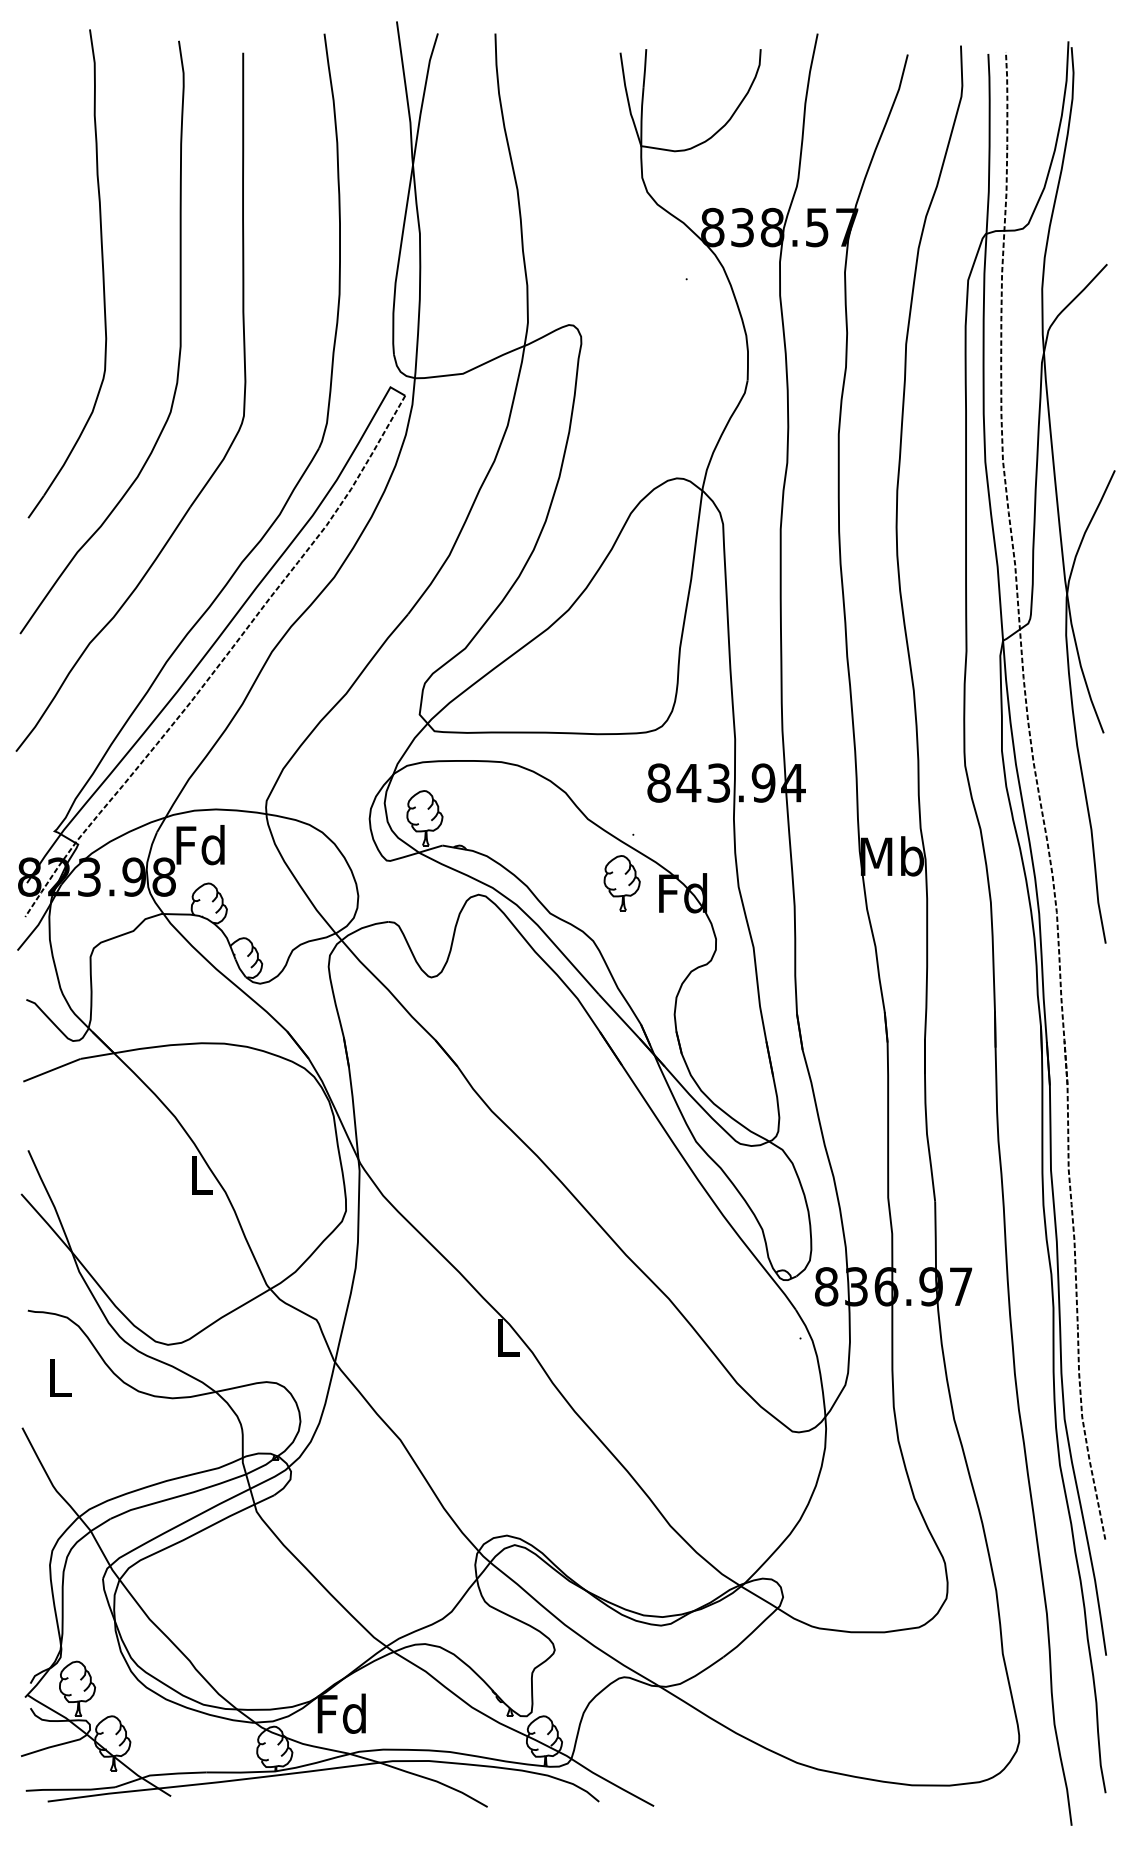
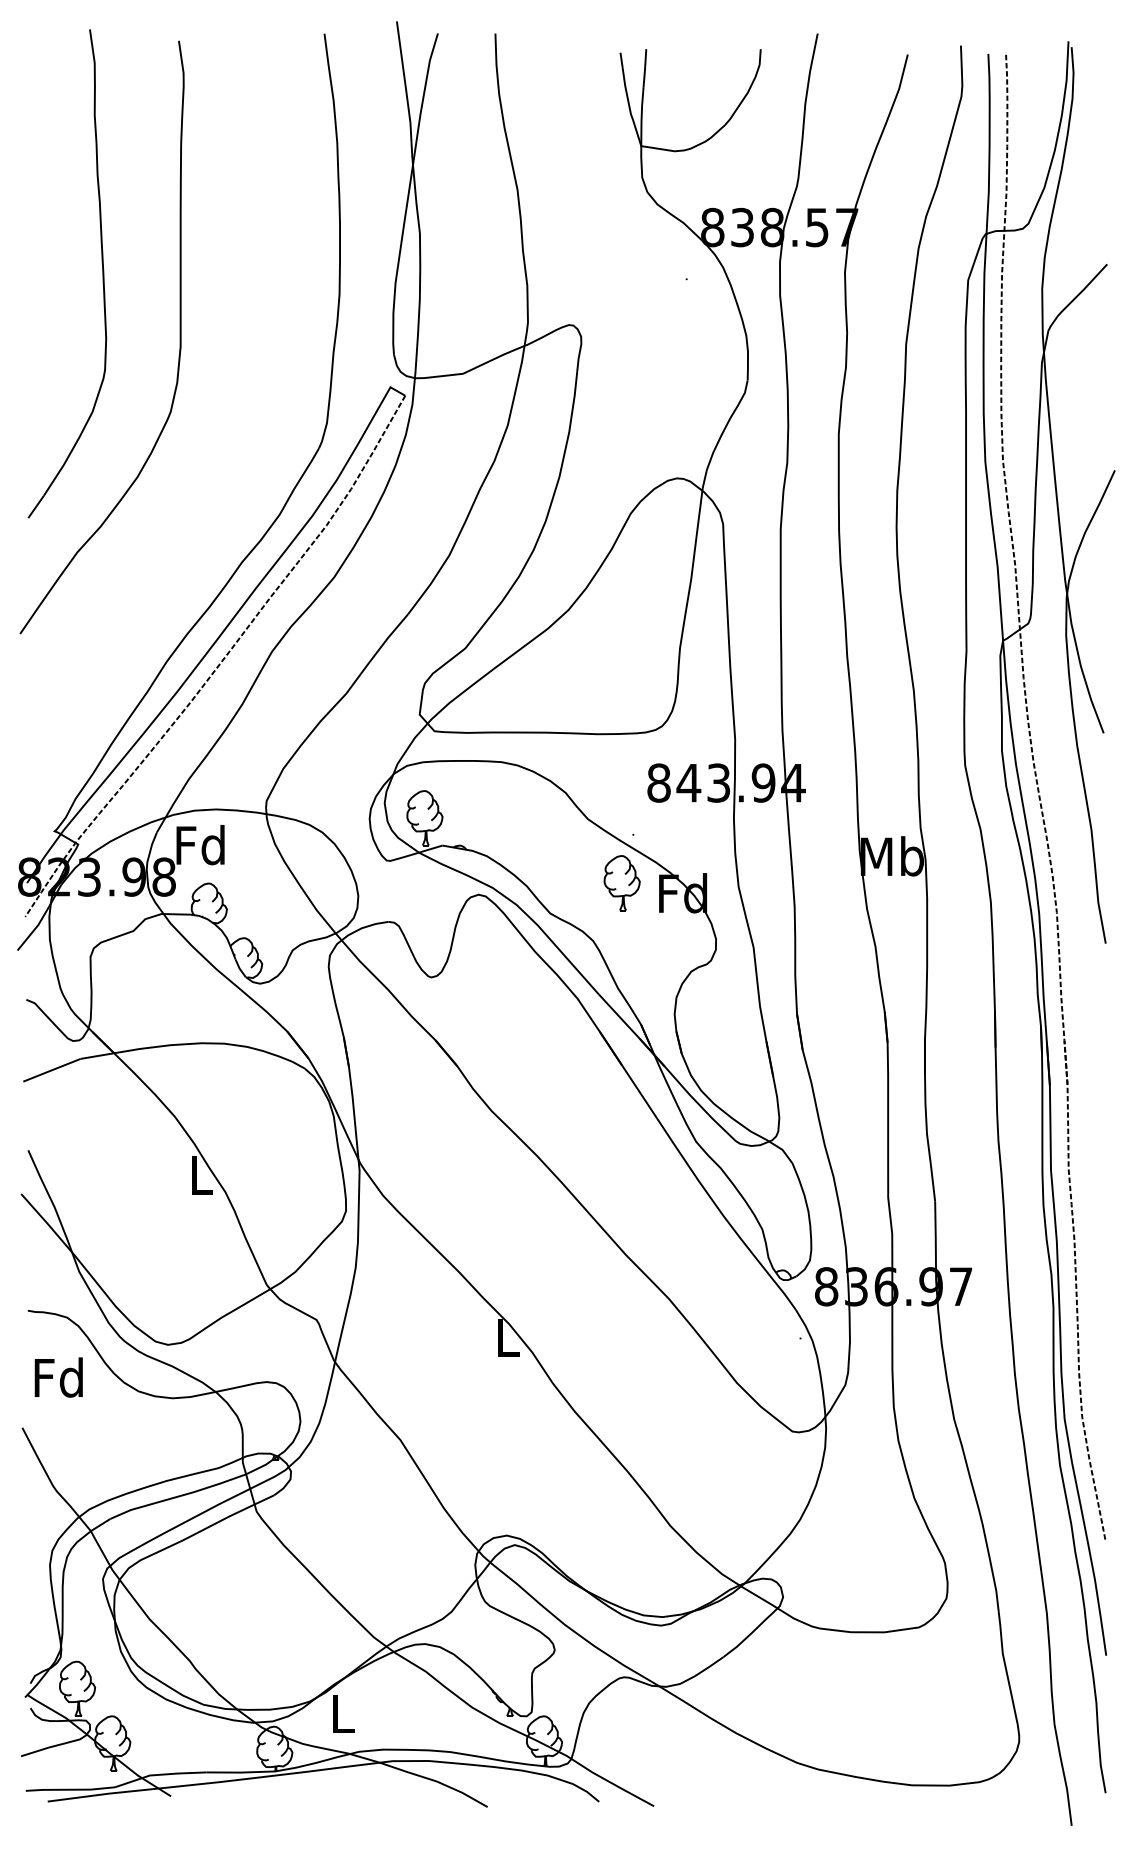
part at (220, 461): present -> none
text at (58, 1377): L -> Fd
text at (341, 1713): Fd -> L
